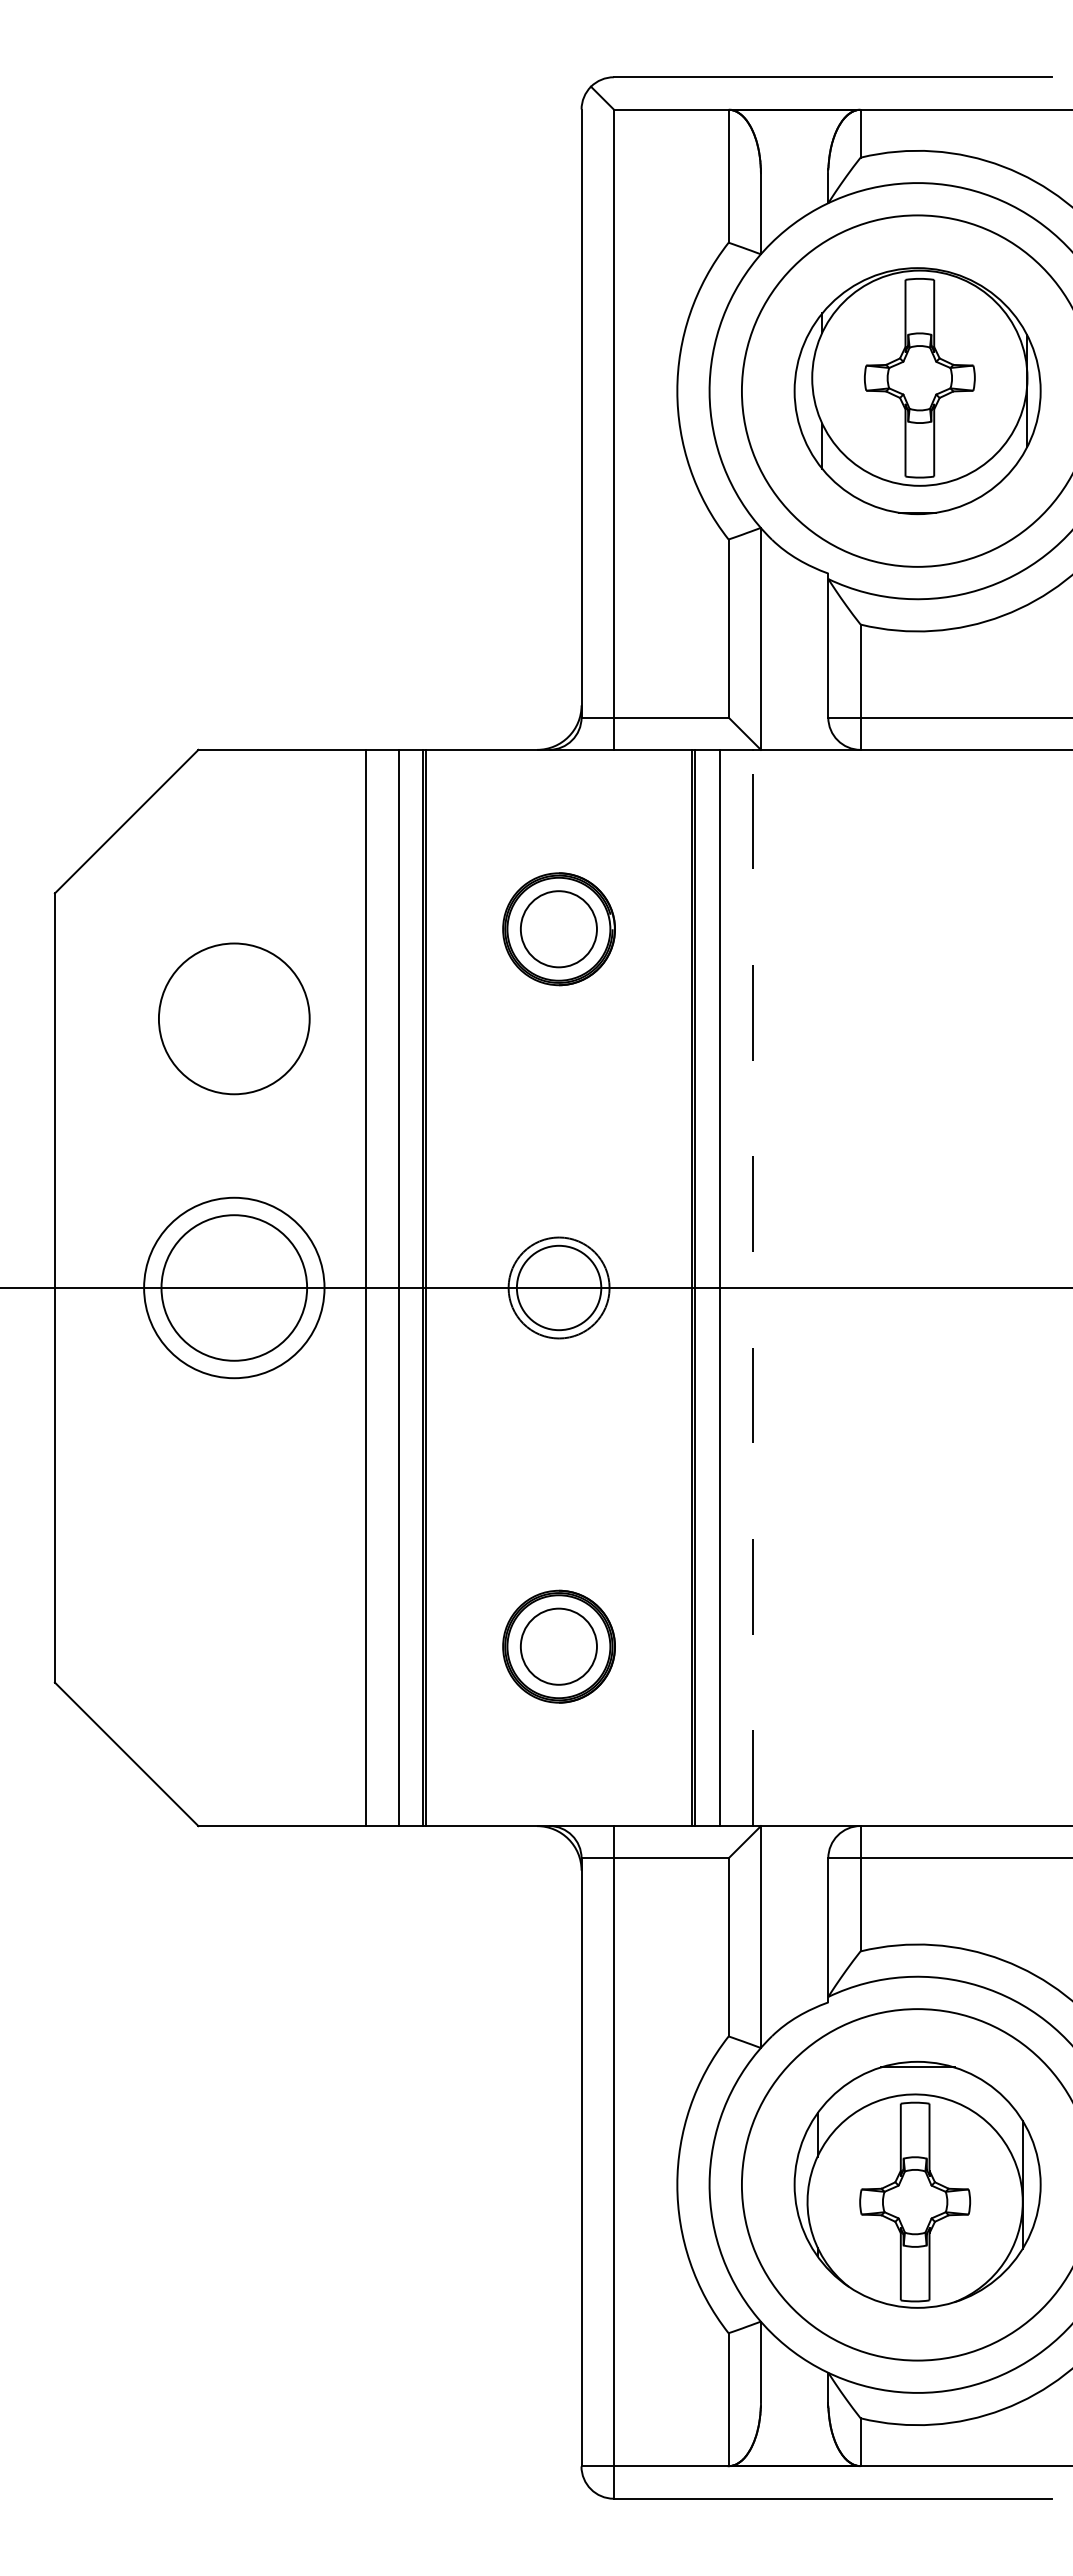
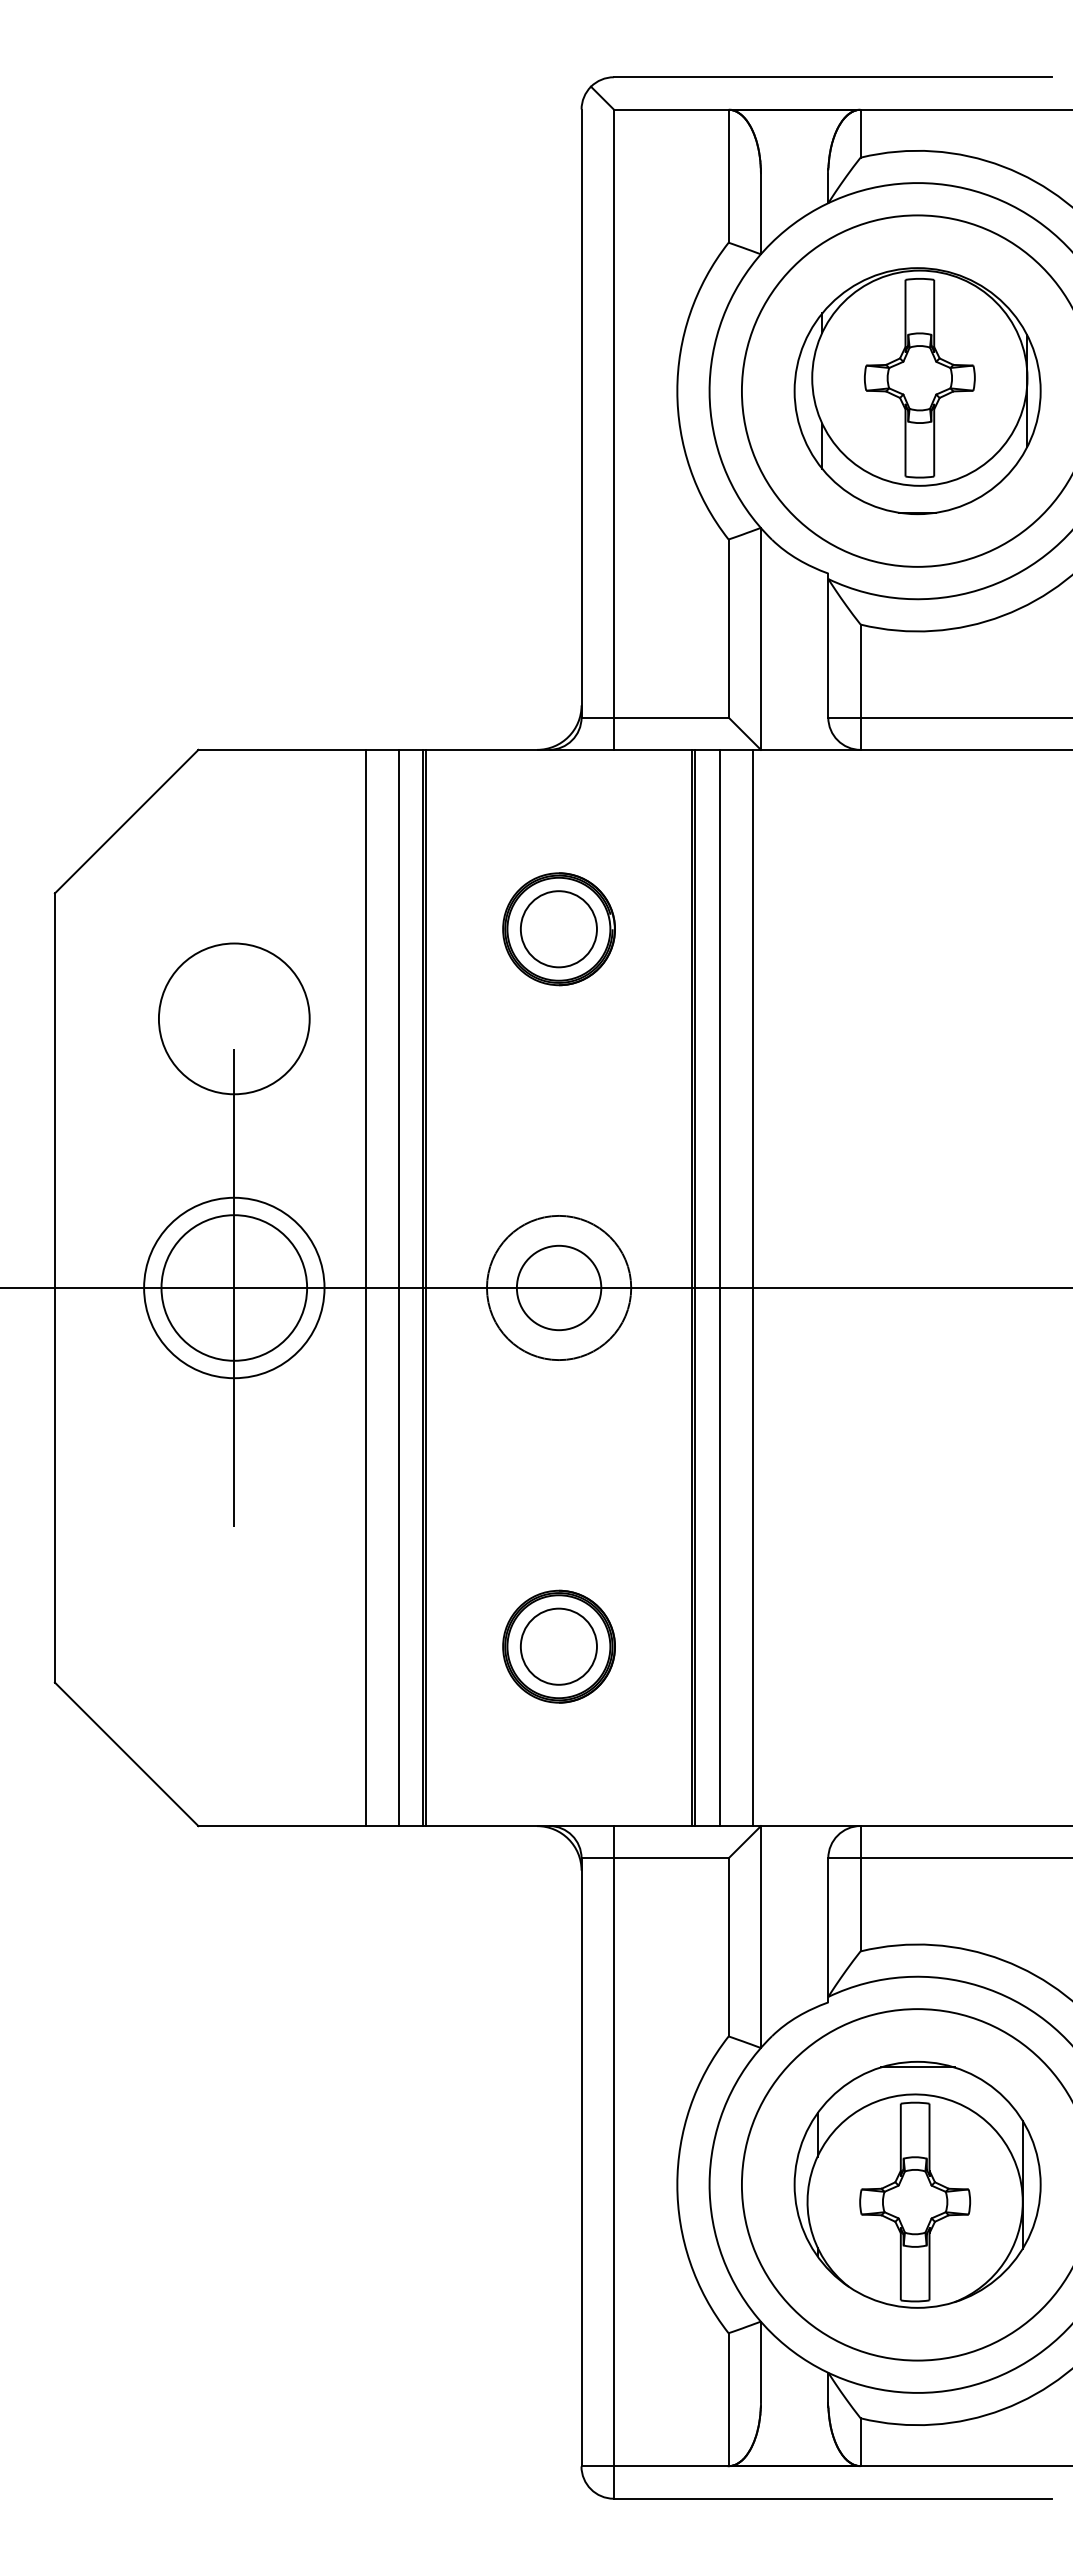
line at (234, 1287): none -> present
circle at (558, 1287) diameter: 101 px -> 144 px
line at (752, 1287): dashed -> solid
